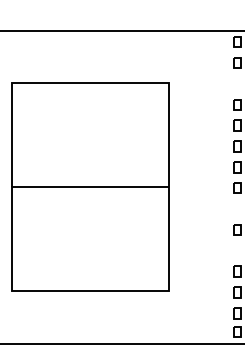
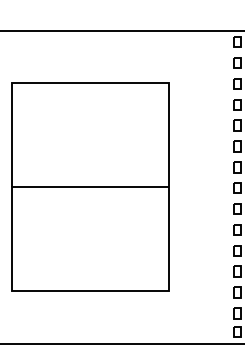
part at (237, 83): none -> present
part at (237, 208): none -> present
part at (237, 250): none -> present
